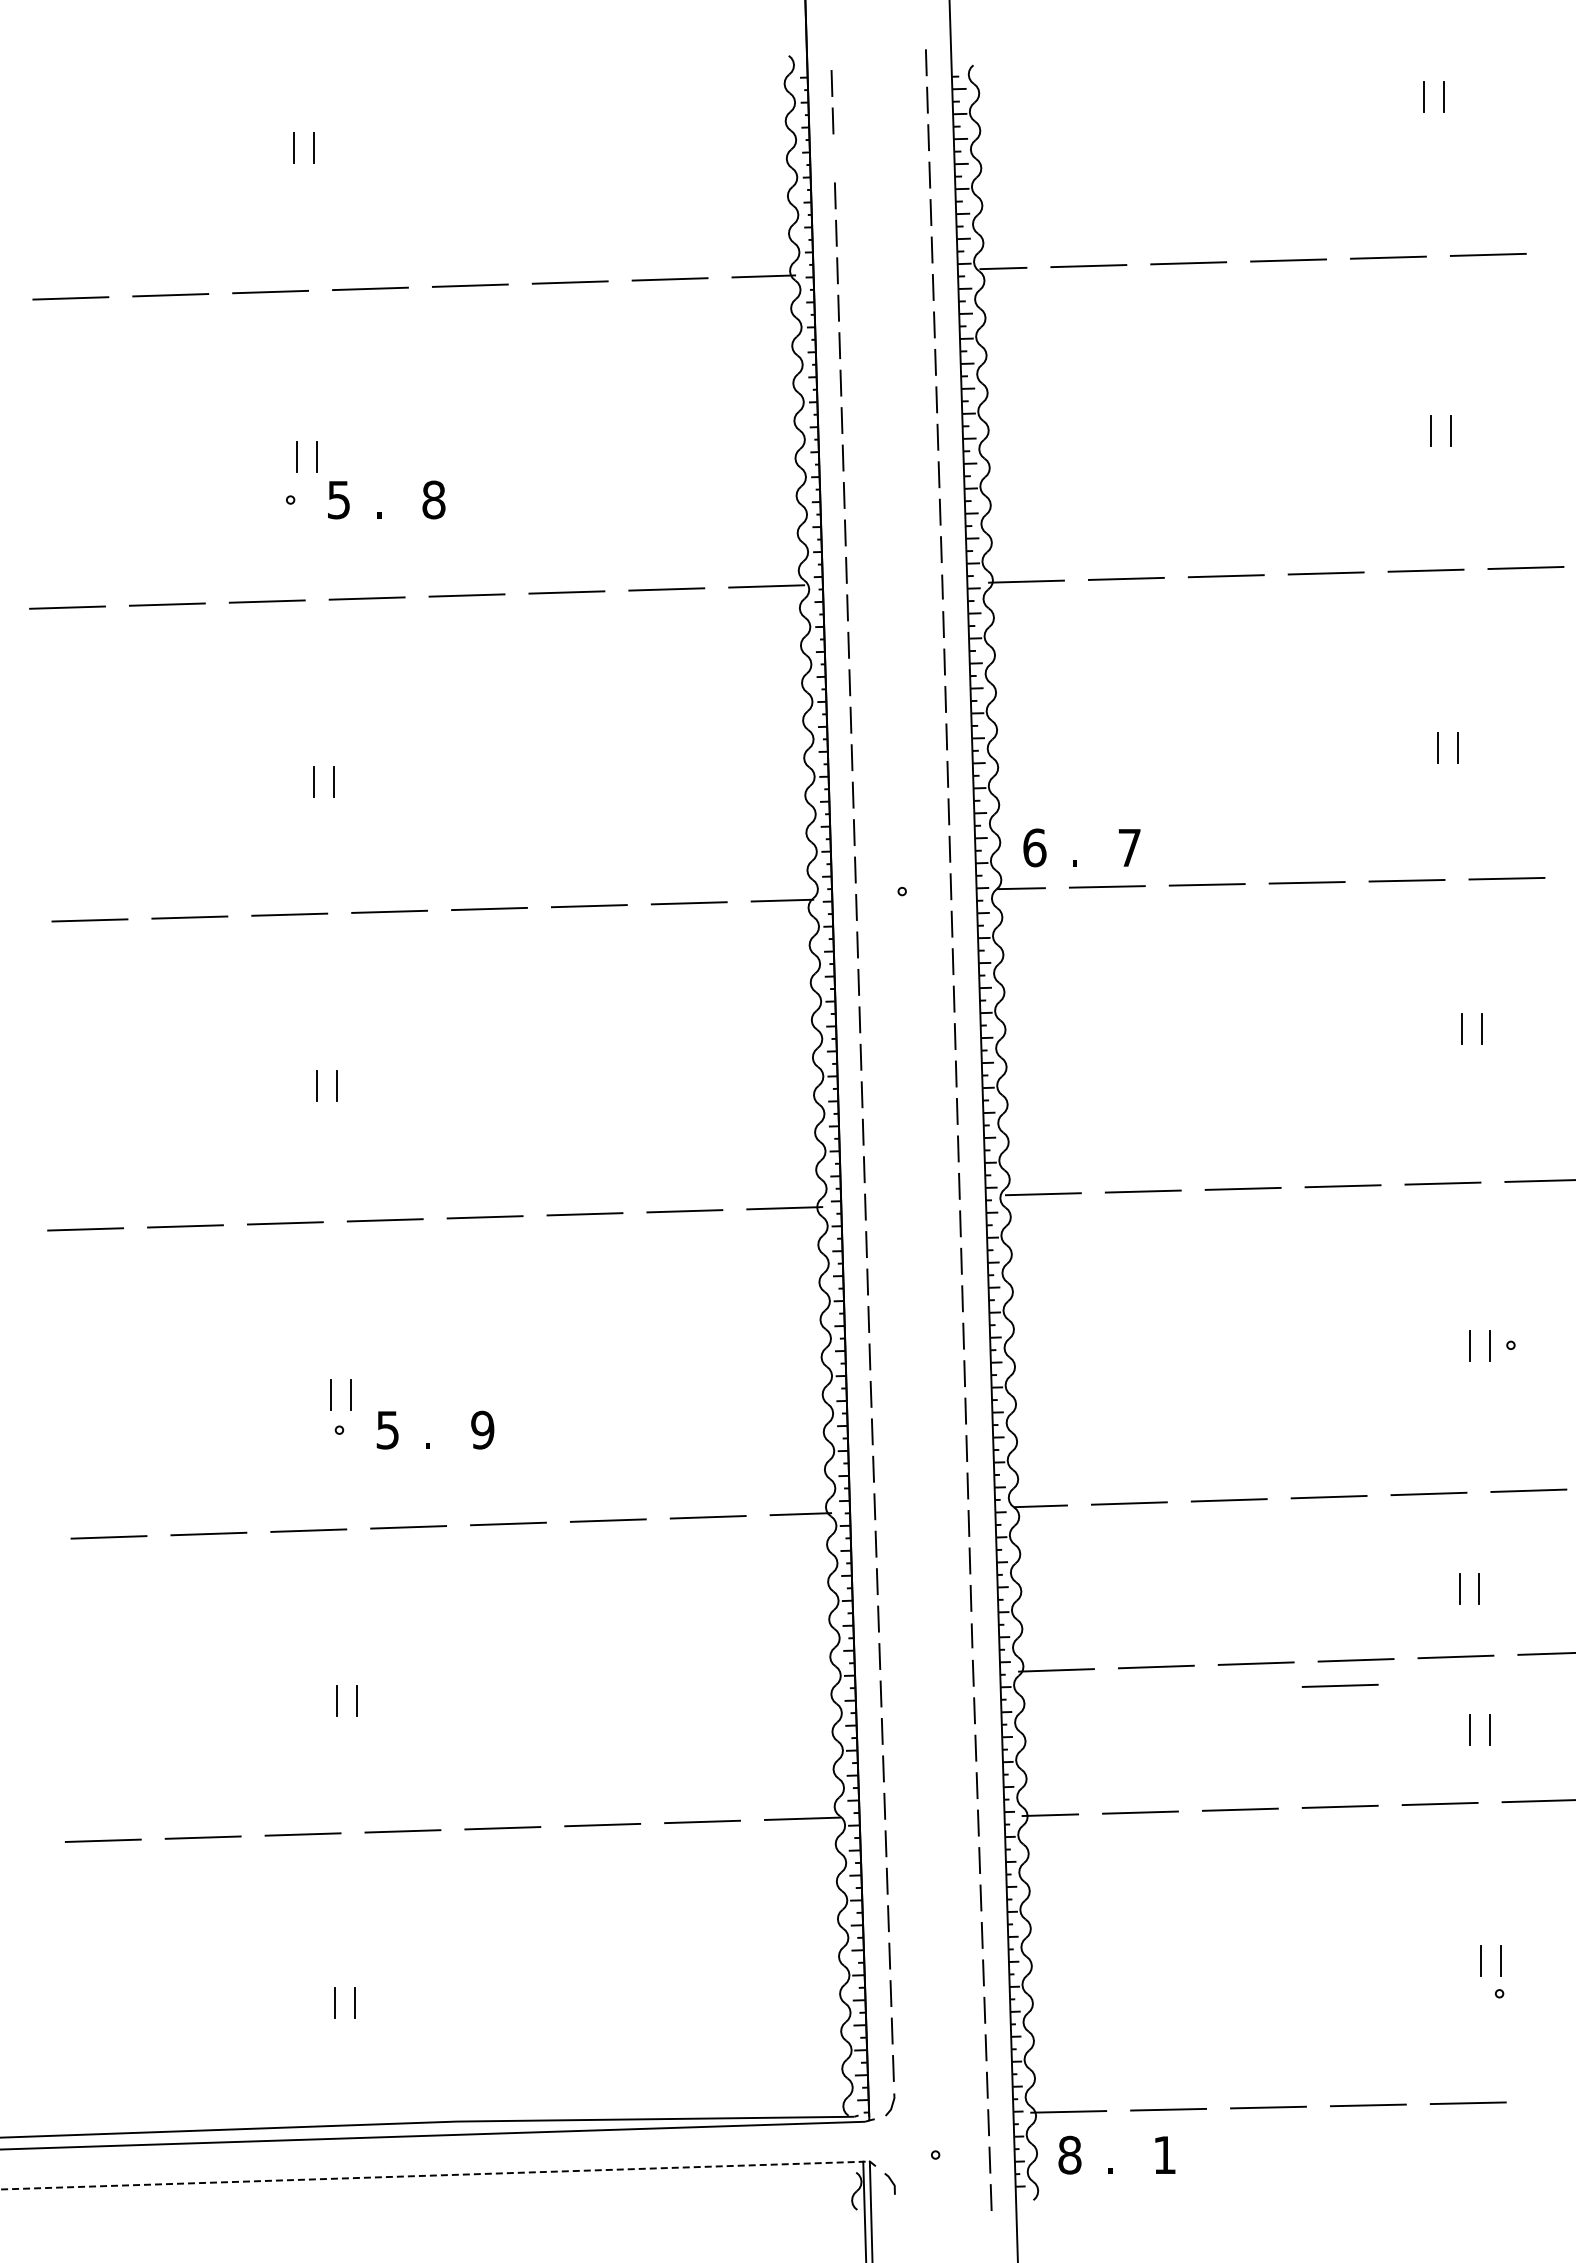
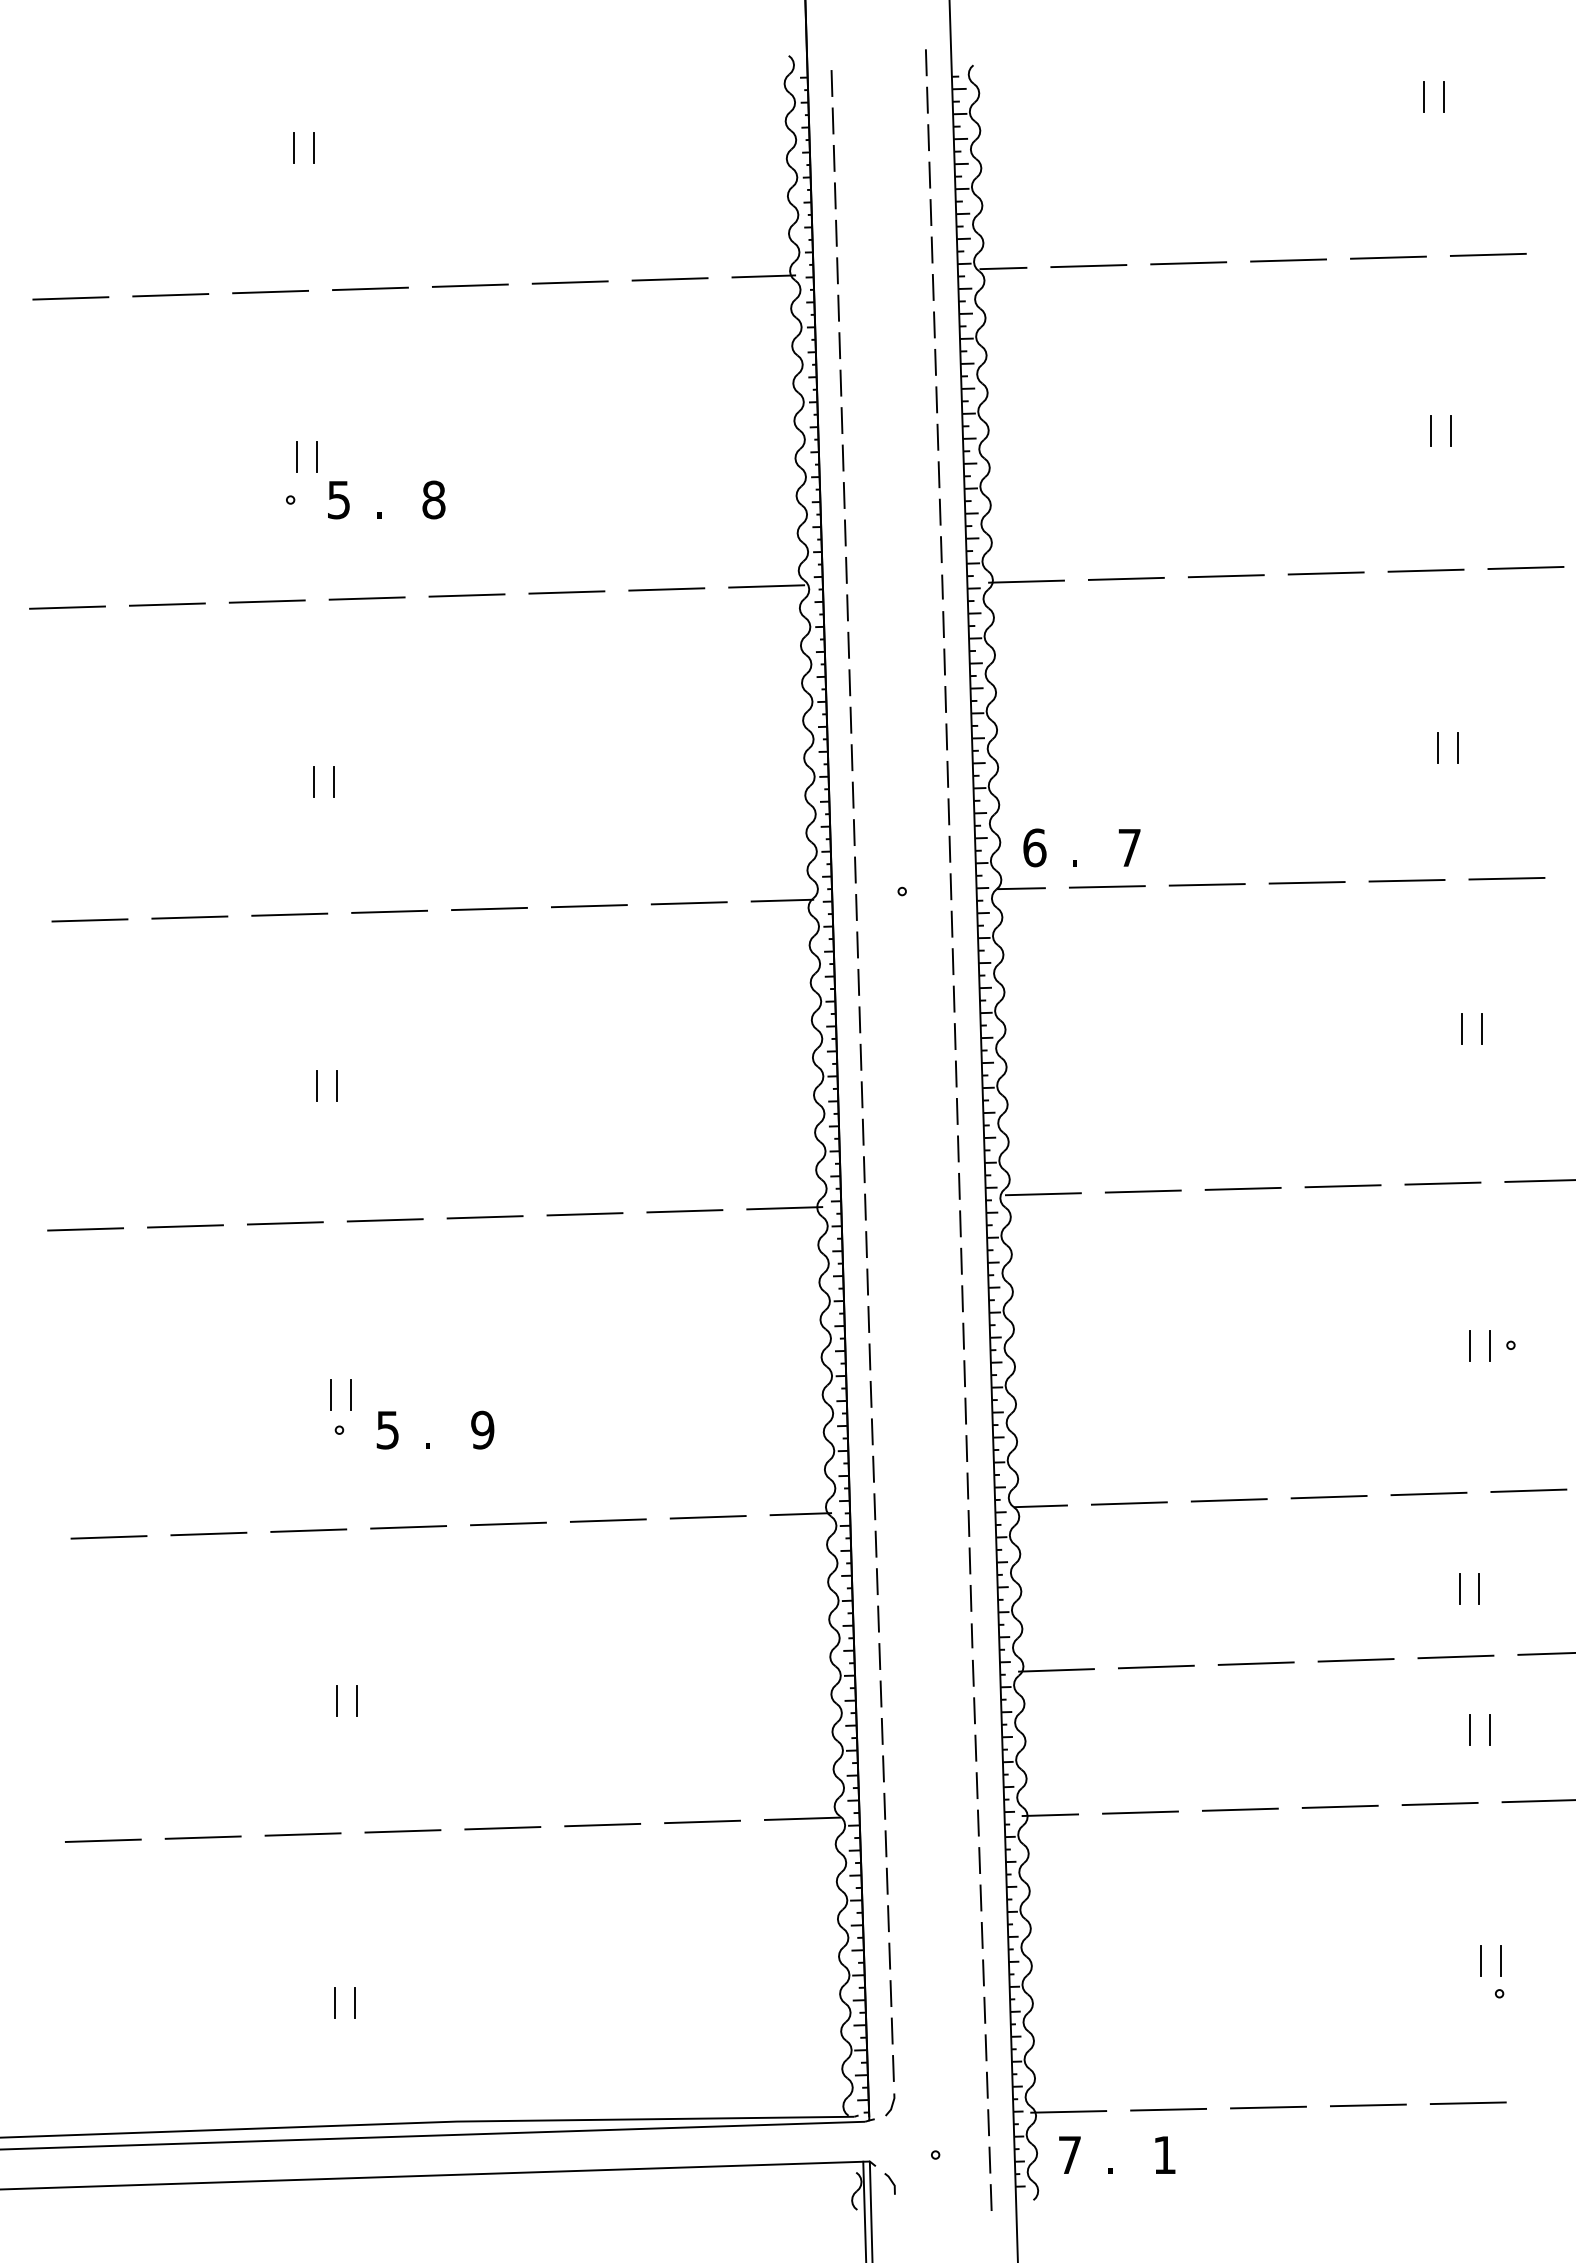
line at (833, 157): none -> present
line at (1339, 1685): present -> none
text at (1069, 2154): 8 -> 7
line at (435, 2175): dashed -> solid
